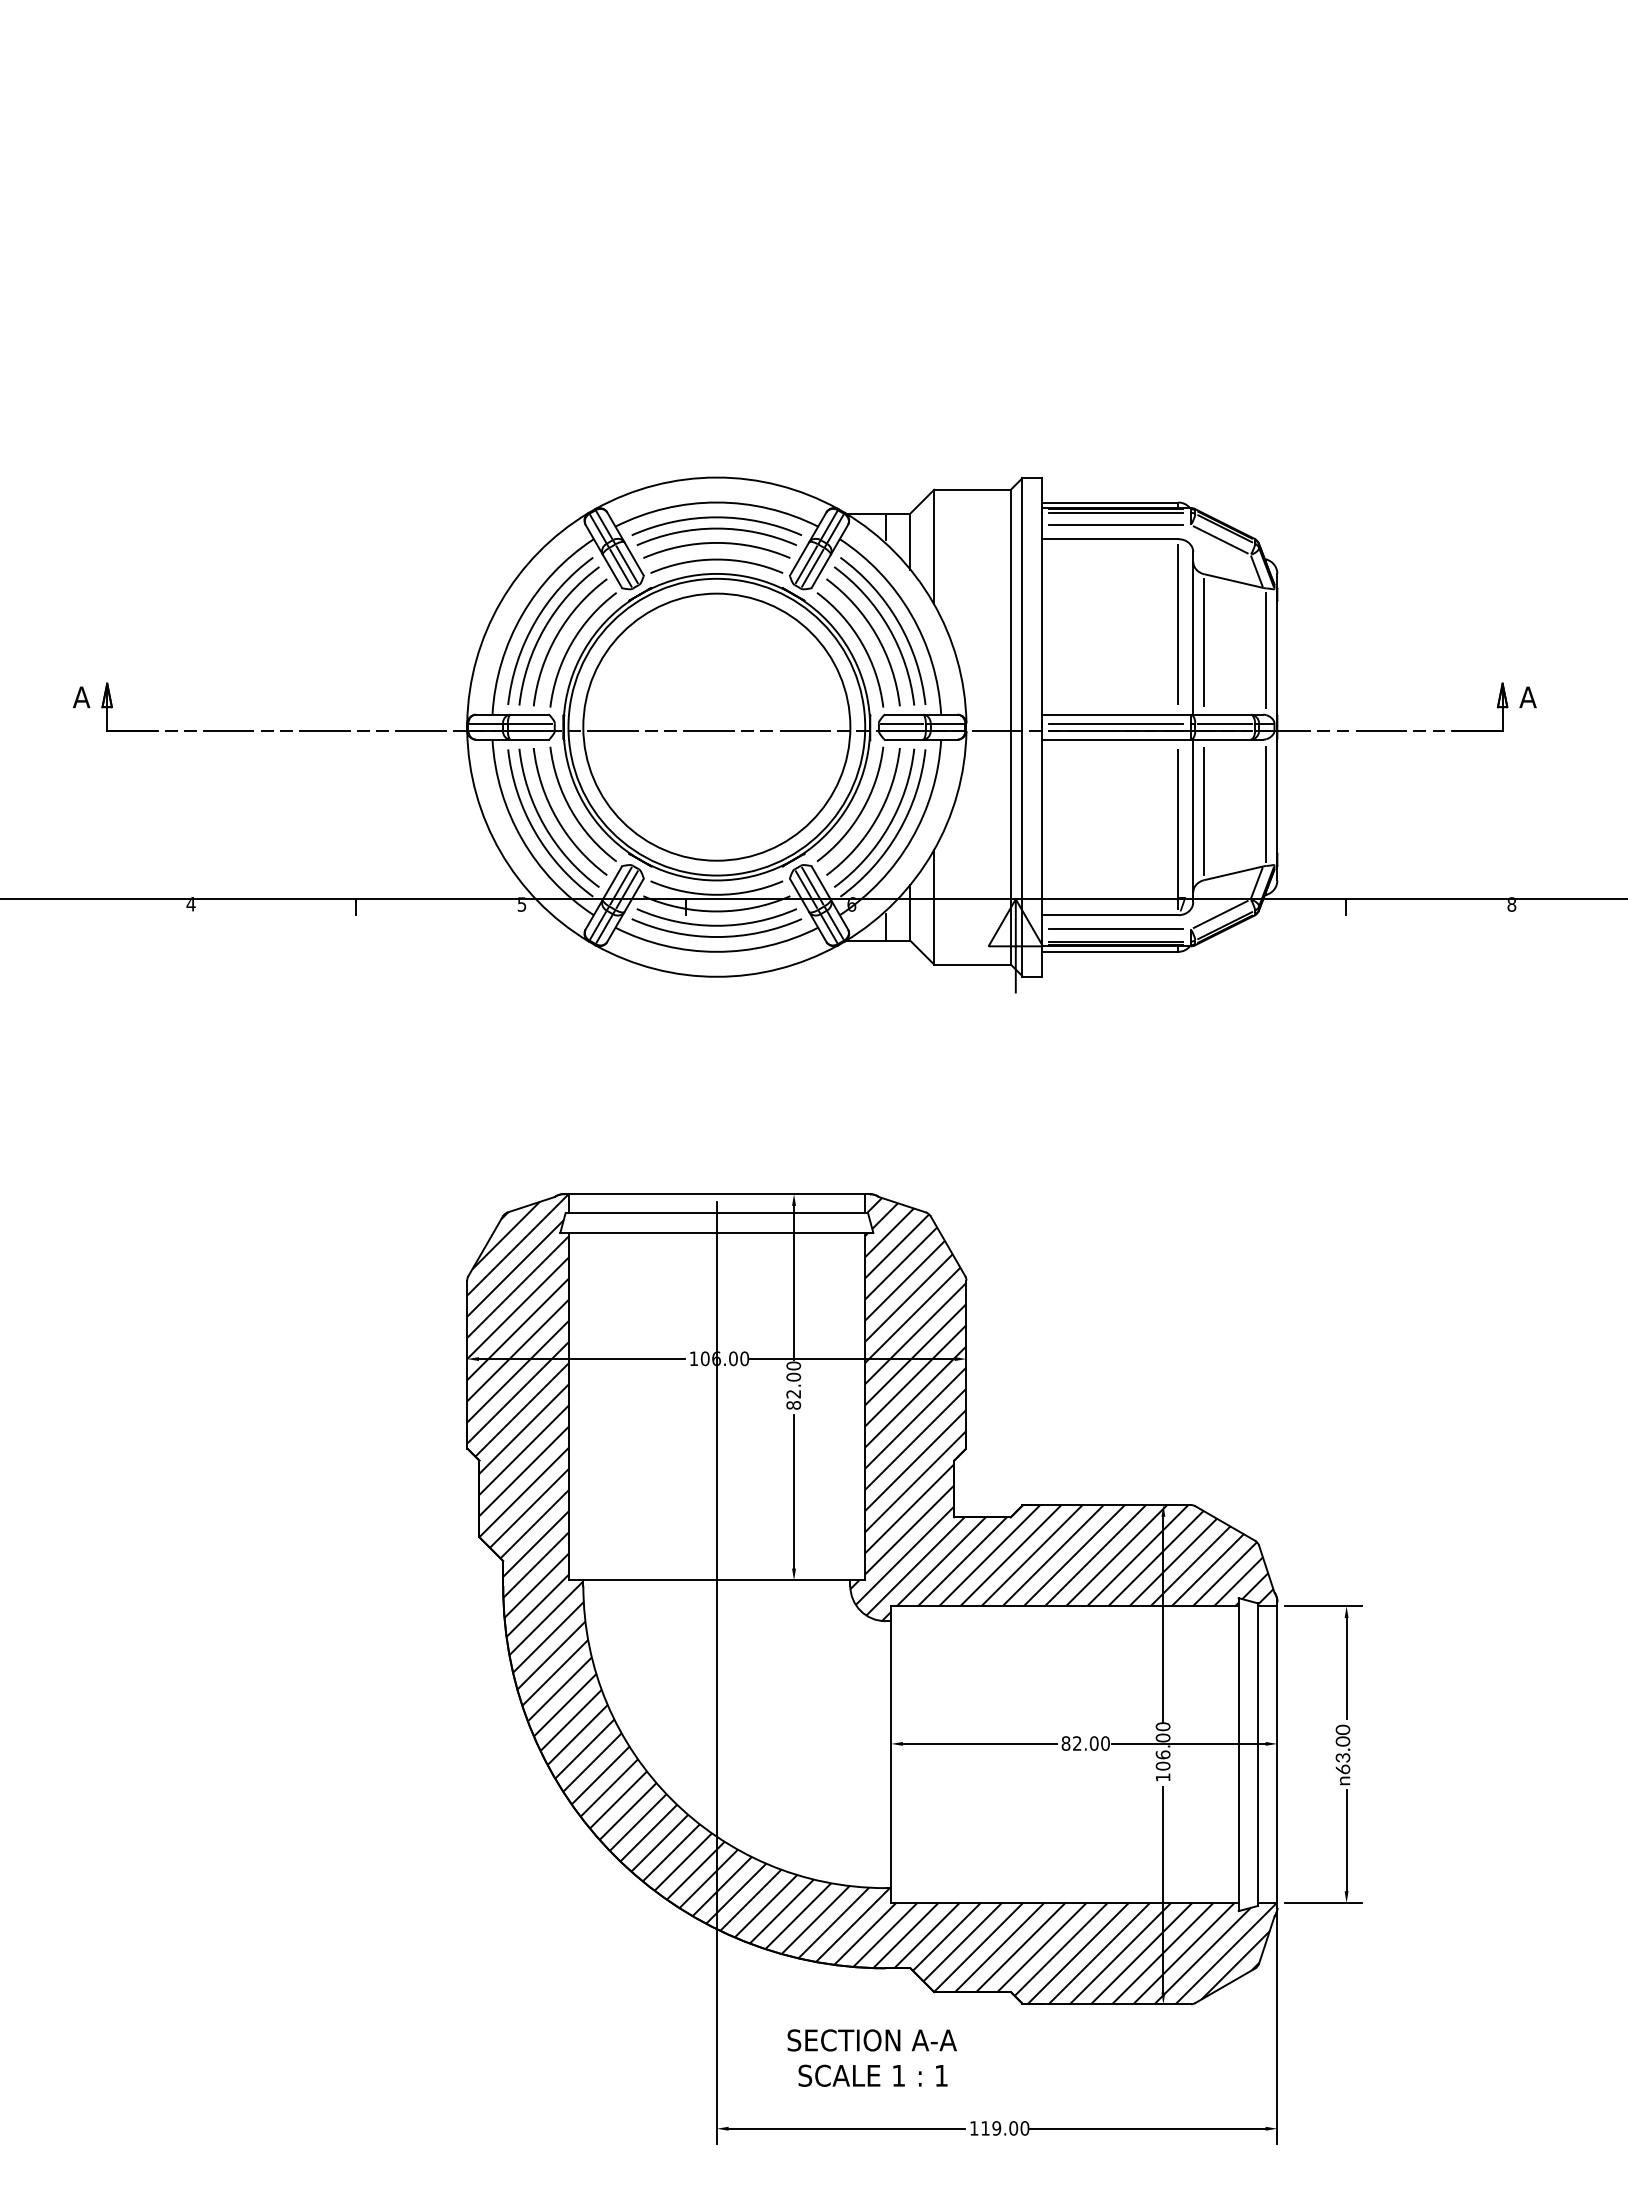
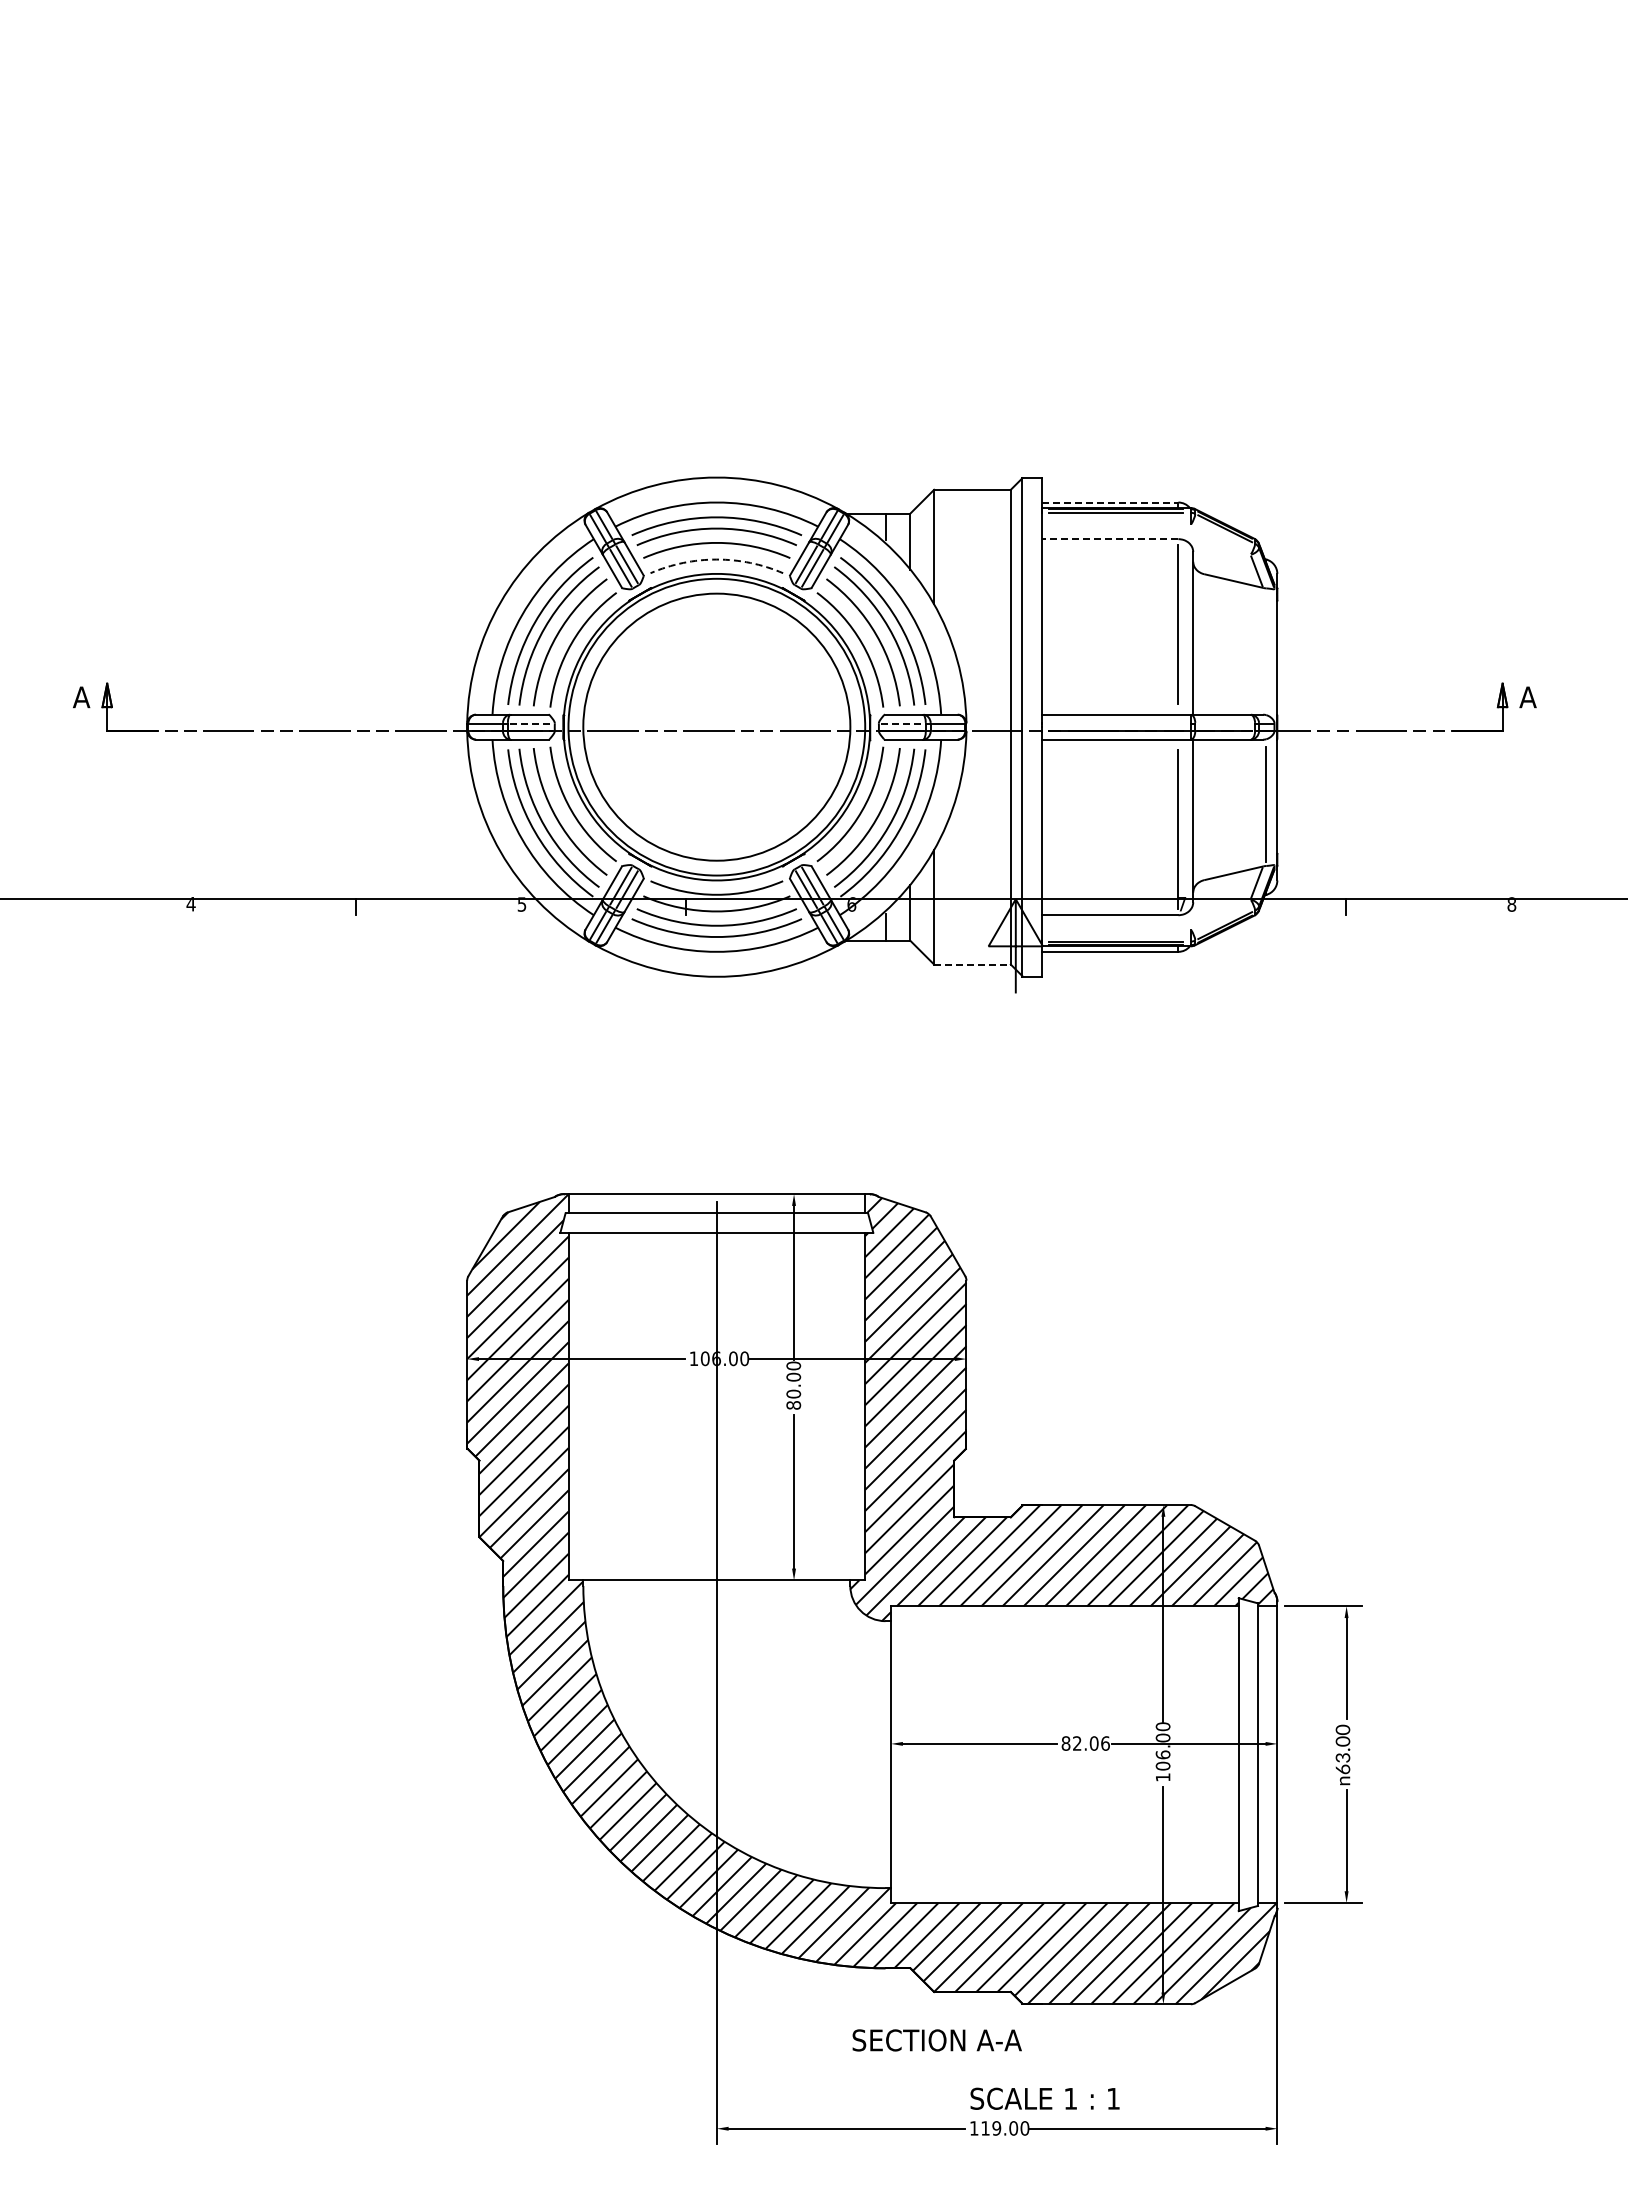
line at (1110, 502): solid -> dashed
line at (1116, 524): present -> none
line at (1109, 539): solid -> dashed
line at (1220, 539): present -> none
arc at (716, 559): solid -> dashed
line at (1204, 642): present -> none
line at (1266, 649): present -> none
line at (531, 723): solid -> dashed
line at (902, 723): solid -> dashed
line at (1116, 723): present -> none
line at (1225, 723): present -> none
line at (1204, 811): present -> none
line at (1220, 914): present -> none
line at (1116, 929): present -> none
line at (973, 964): solid -> dashed
text at (793, 1393): 82.00 -> 80.00
text at (1105, 1743): 82.00 -> 82.06
text at (871, 2040) position: (871, 2040) -> (936, 2040)
text at (872, 2075) position: (872, 2075) -> (1044, 2098)
